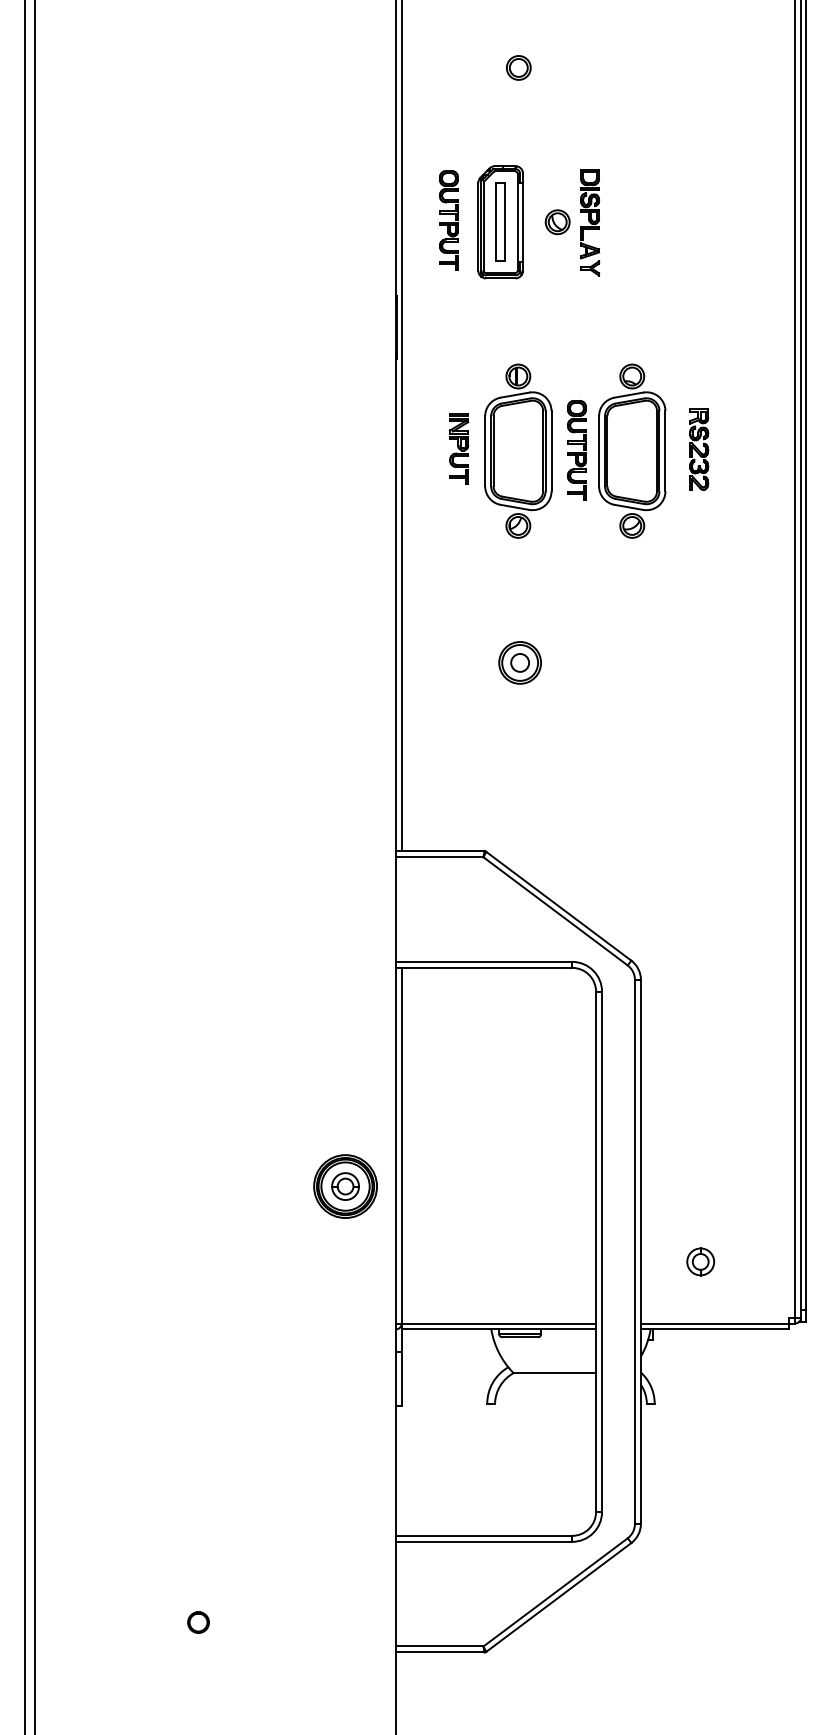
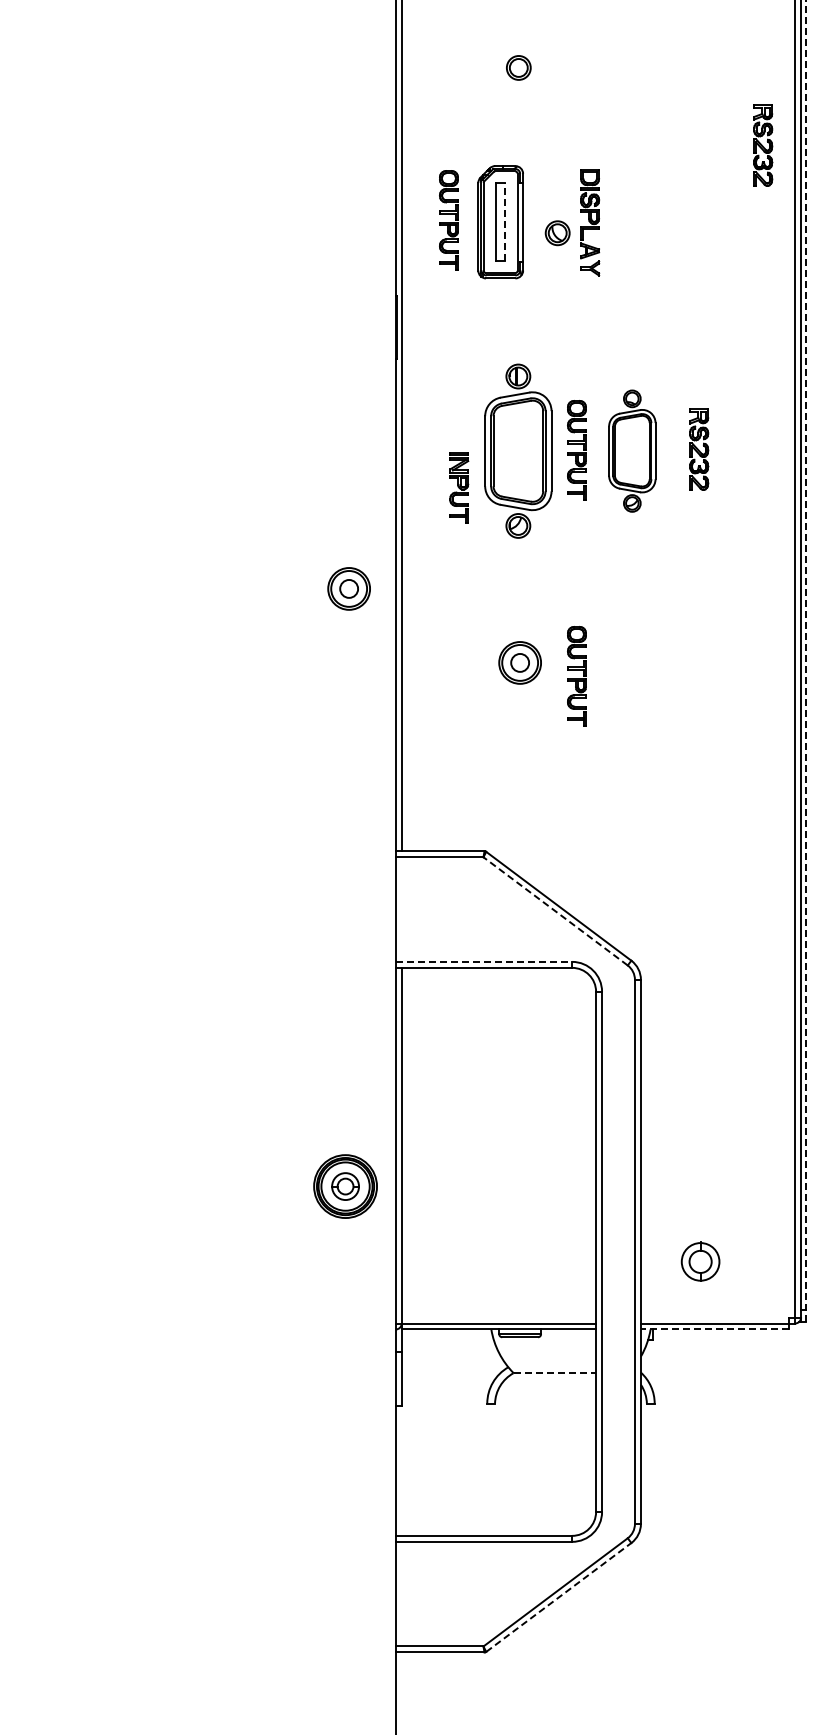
part at (763, 145): none -> present
line at (505, 222): solid -> dashed
part at (557, 222) position: (557, 222) -> (557, 233)
part at (459, 448) position: (459, 448) -> (459, 487)
part at (632, 450) size: 69x176 px -> 49x124 px
part at (348, 588): none -> present
line at (805, 661): solid -> dashed
part at (576, 676): none -> present
line at (25, 866): present -> none
line at (34, 866): present -> none
line at (555, 911): solid -> dashed
line at (484, 961): solid -> dashed
part at (700, 1261) size: 30x30 px -> 41x41 px
line at (714, 1329): solid -> dashed
line at (555, 1373): solid -> dashed
line at (558, 1597): solid -> dashed
circle at (198, 1622): present -> none
